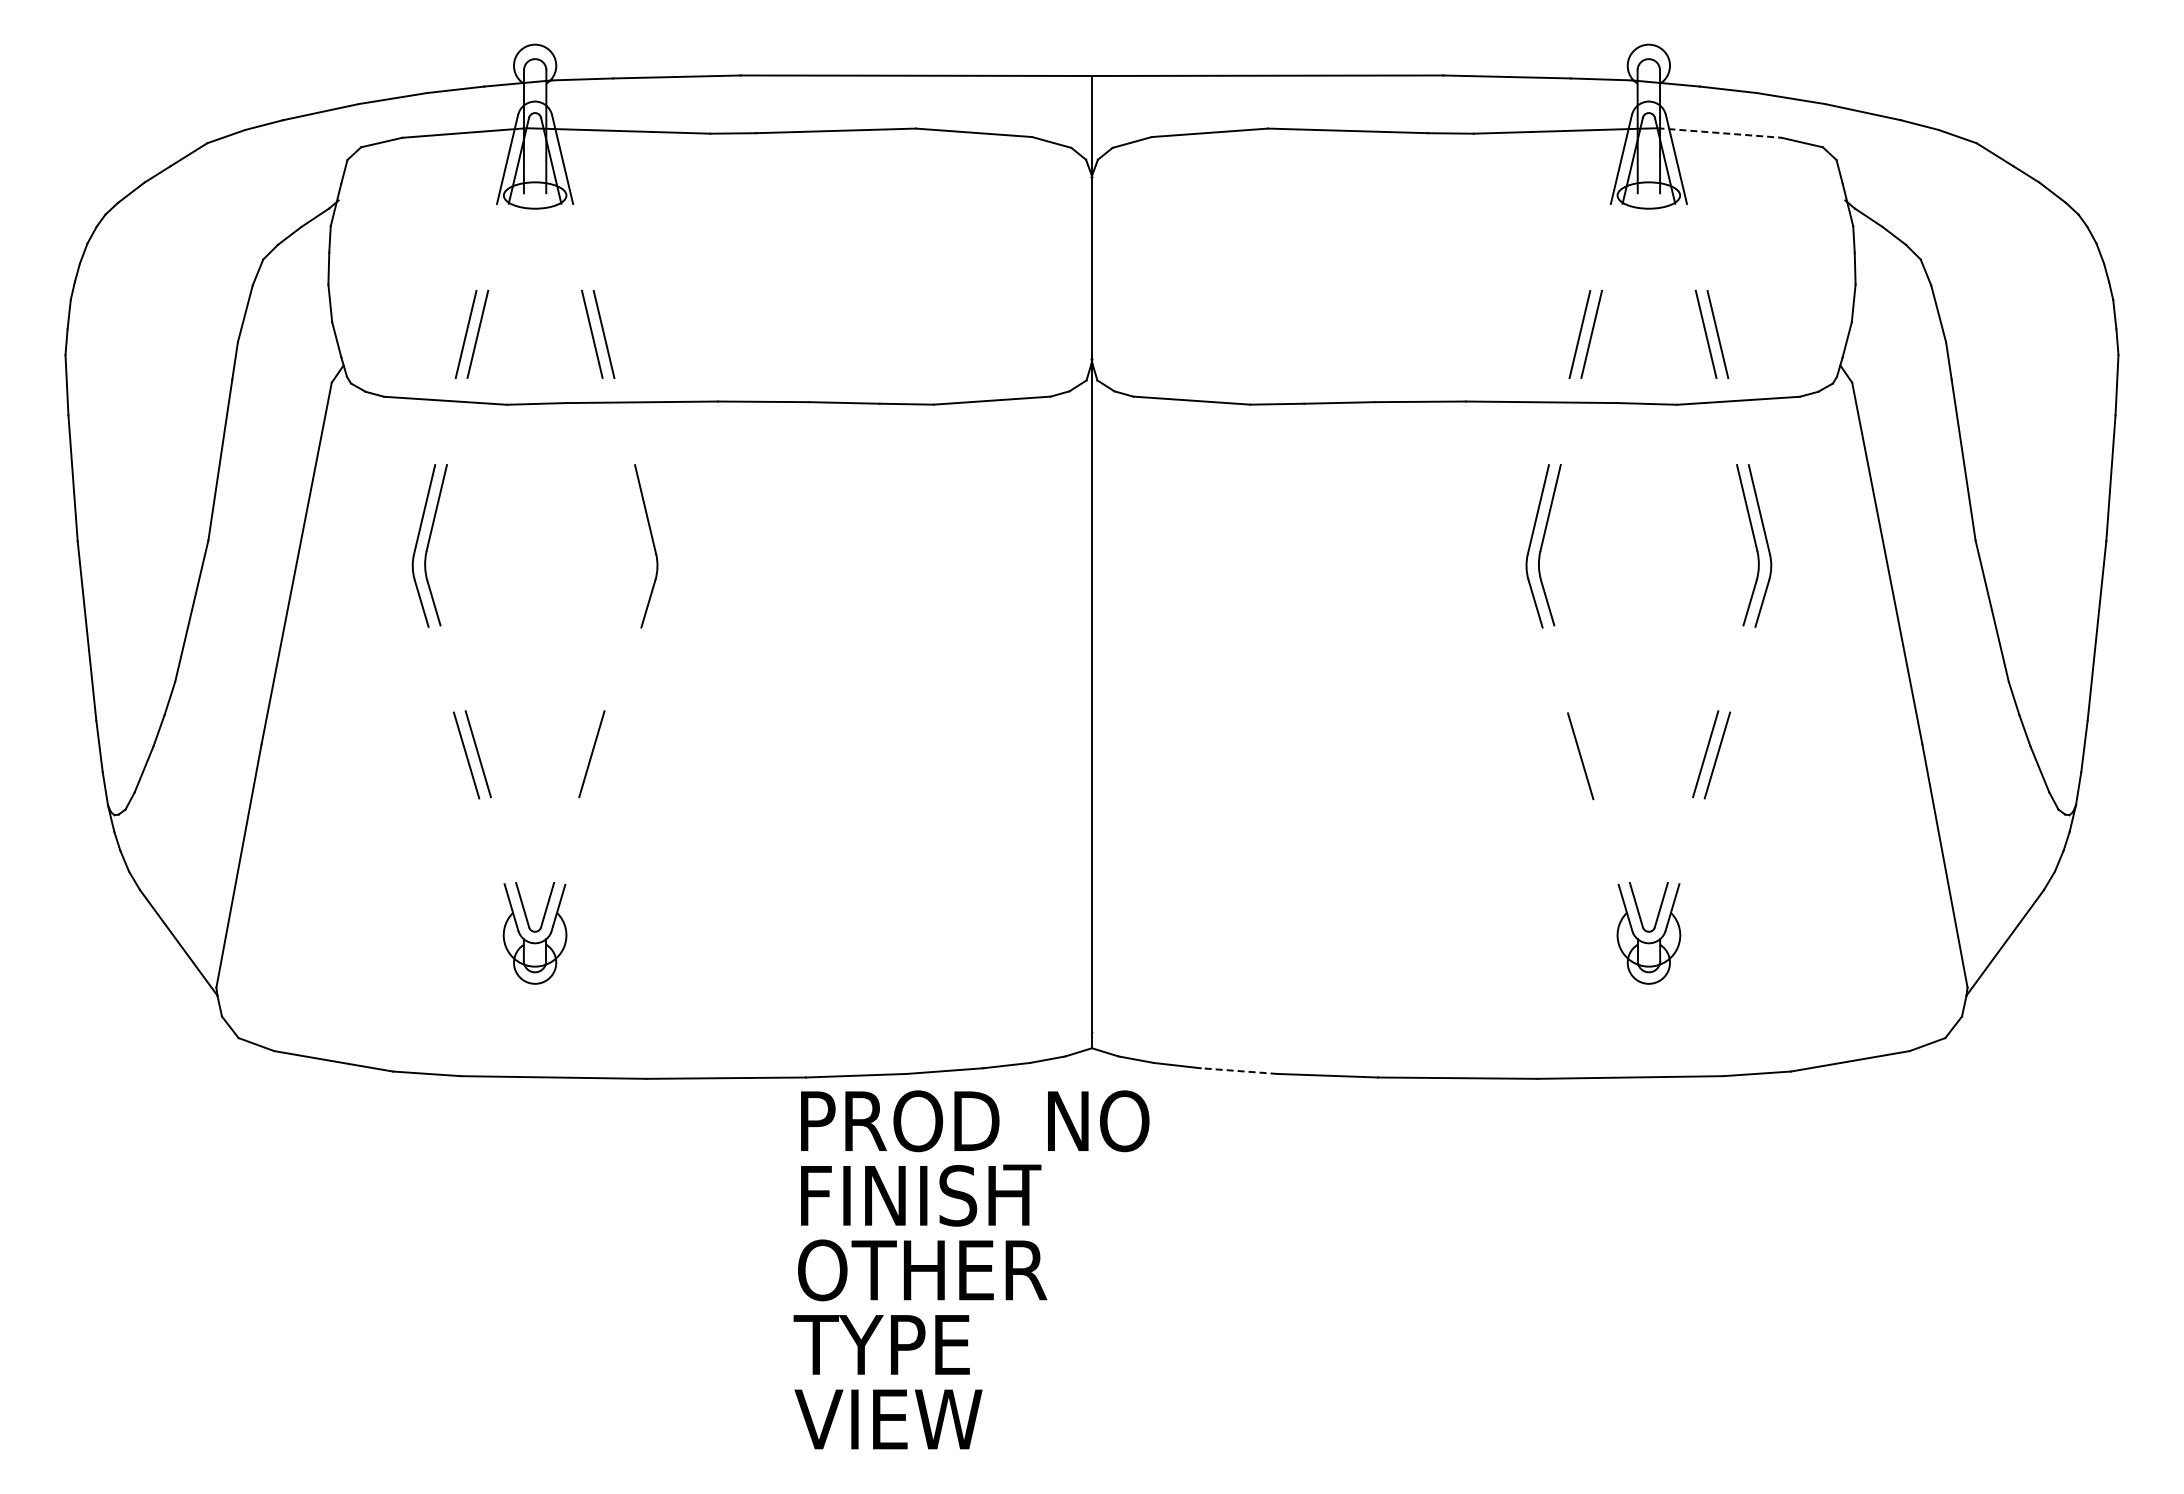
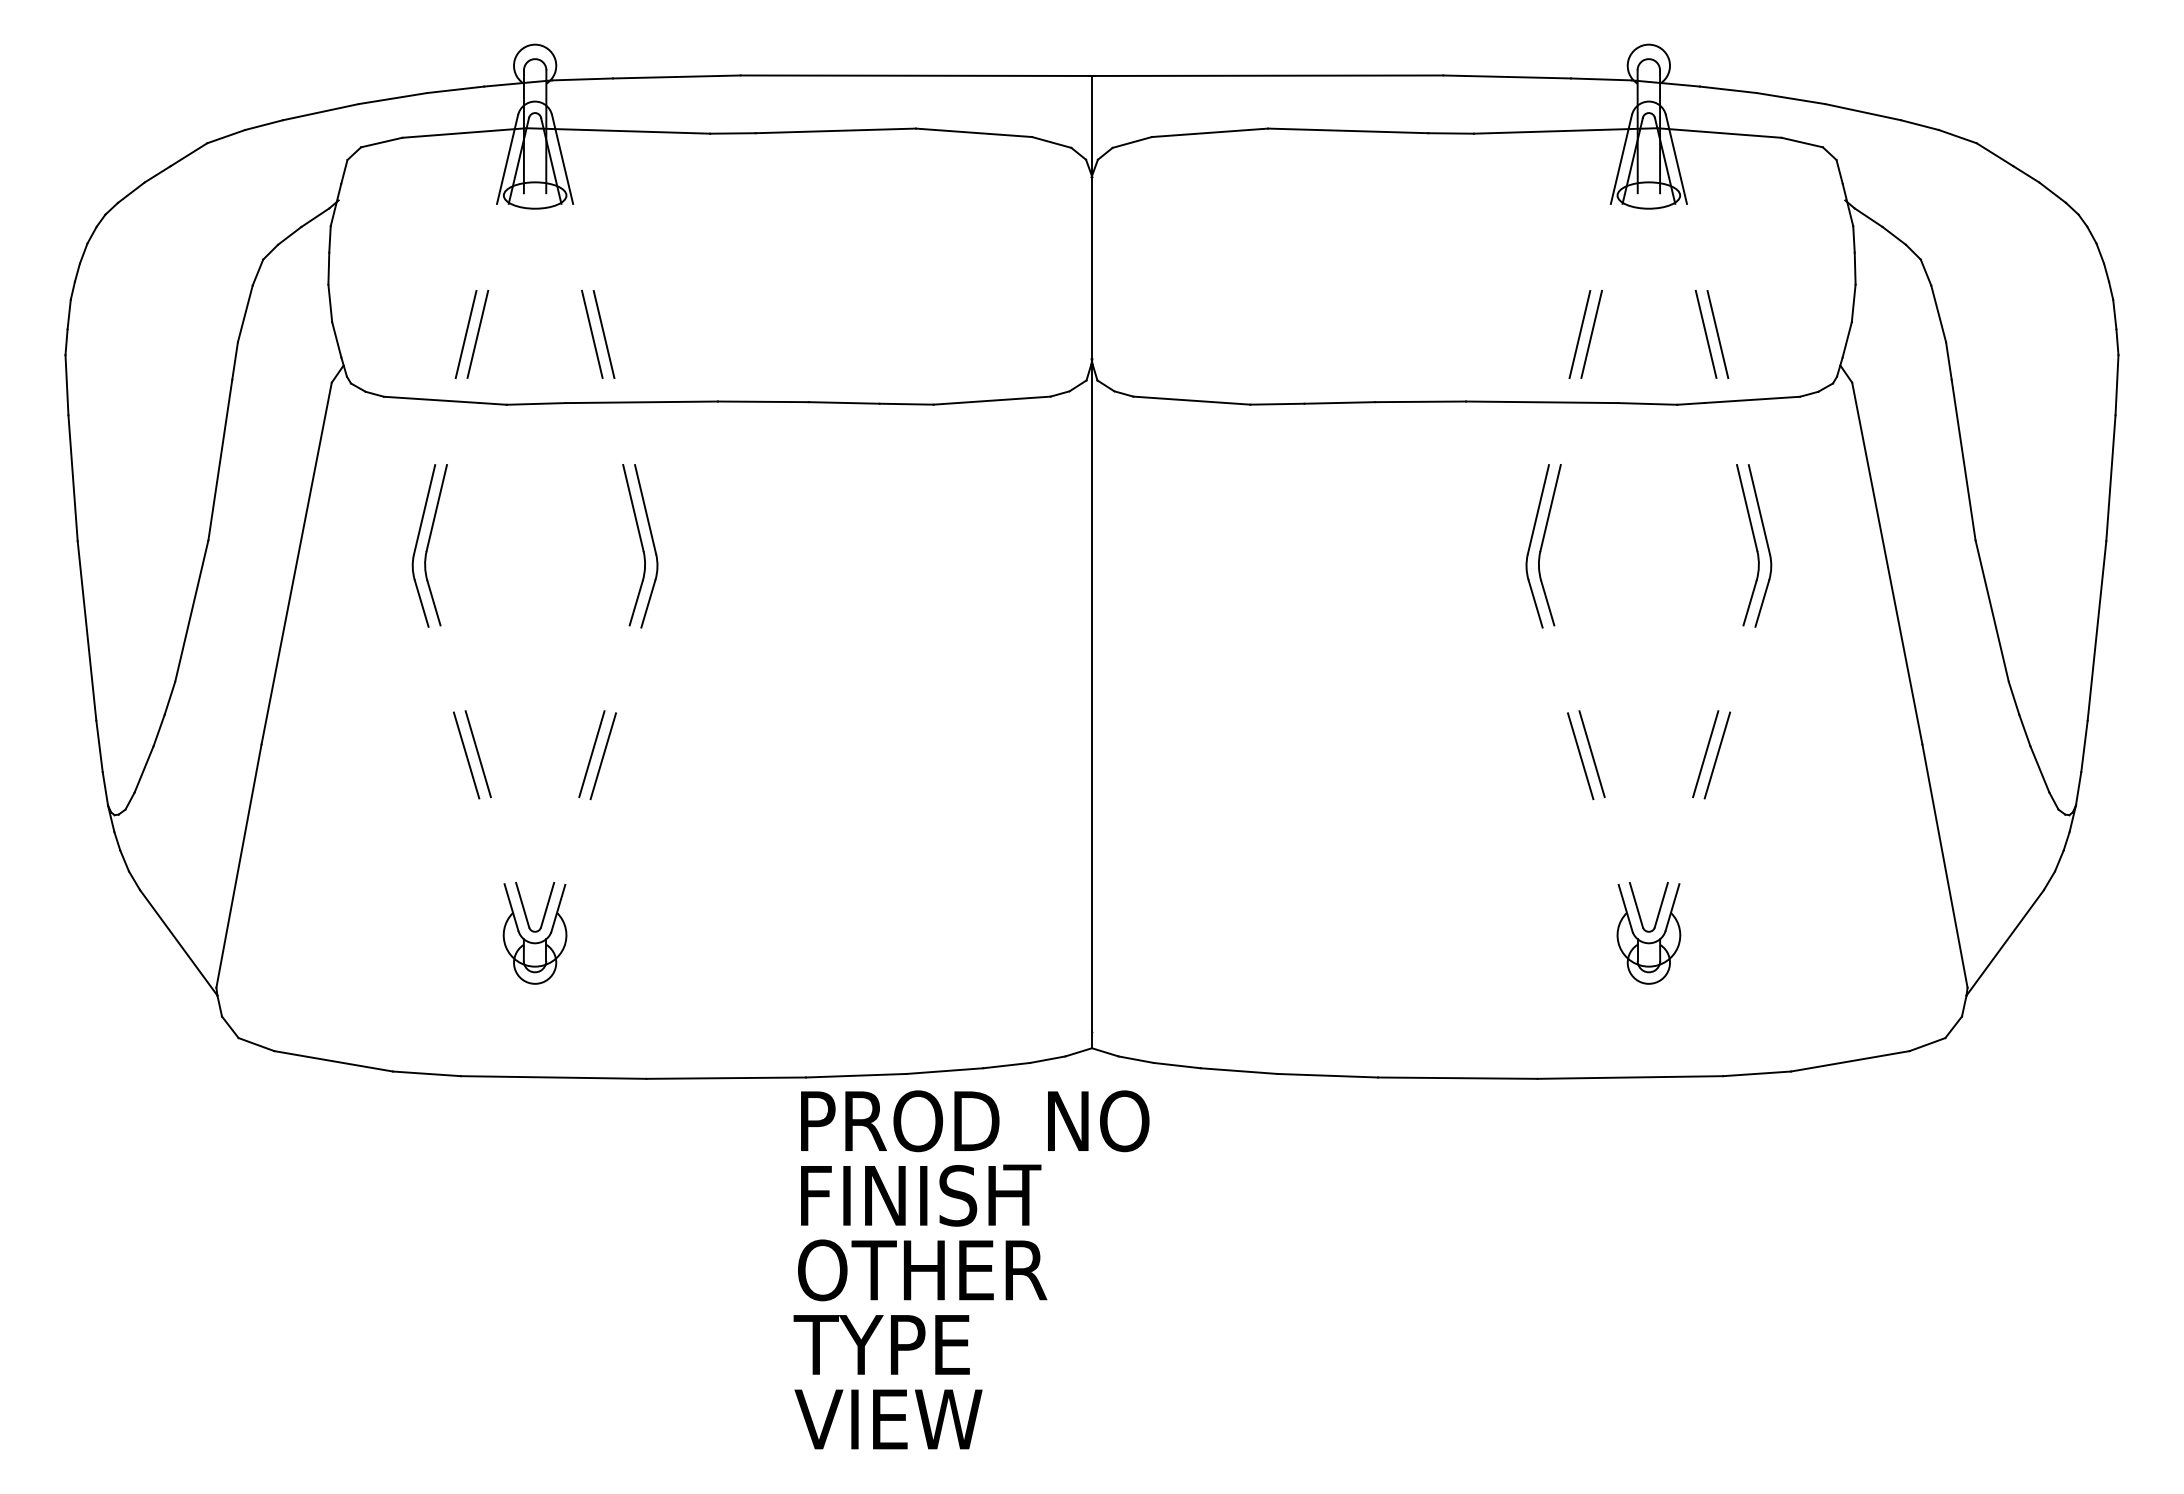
line at (1719, 133): dashed -> solid
part at (640, 543): none -> present
line at (1591, 754): none -> present
line at (603, 756): none -> present
line at (1238, 1071): dashed -> solid
